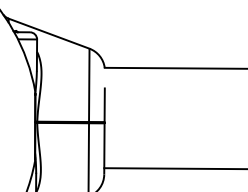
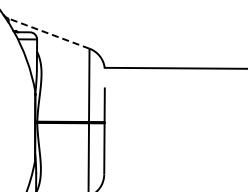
line at (48, 33): solid -> dashed
line at (174, 168): present -> none
